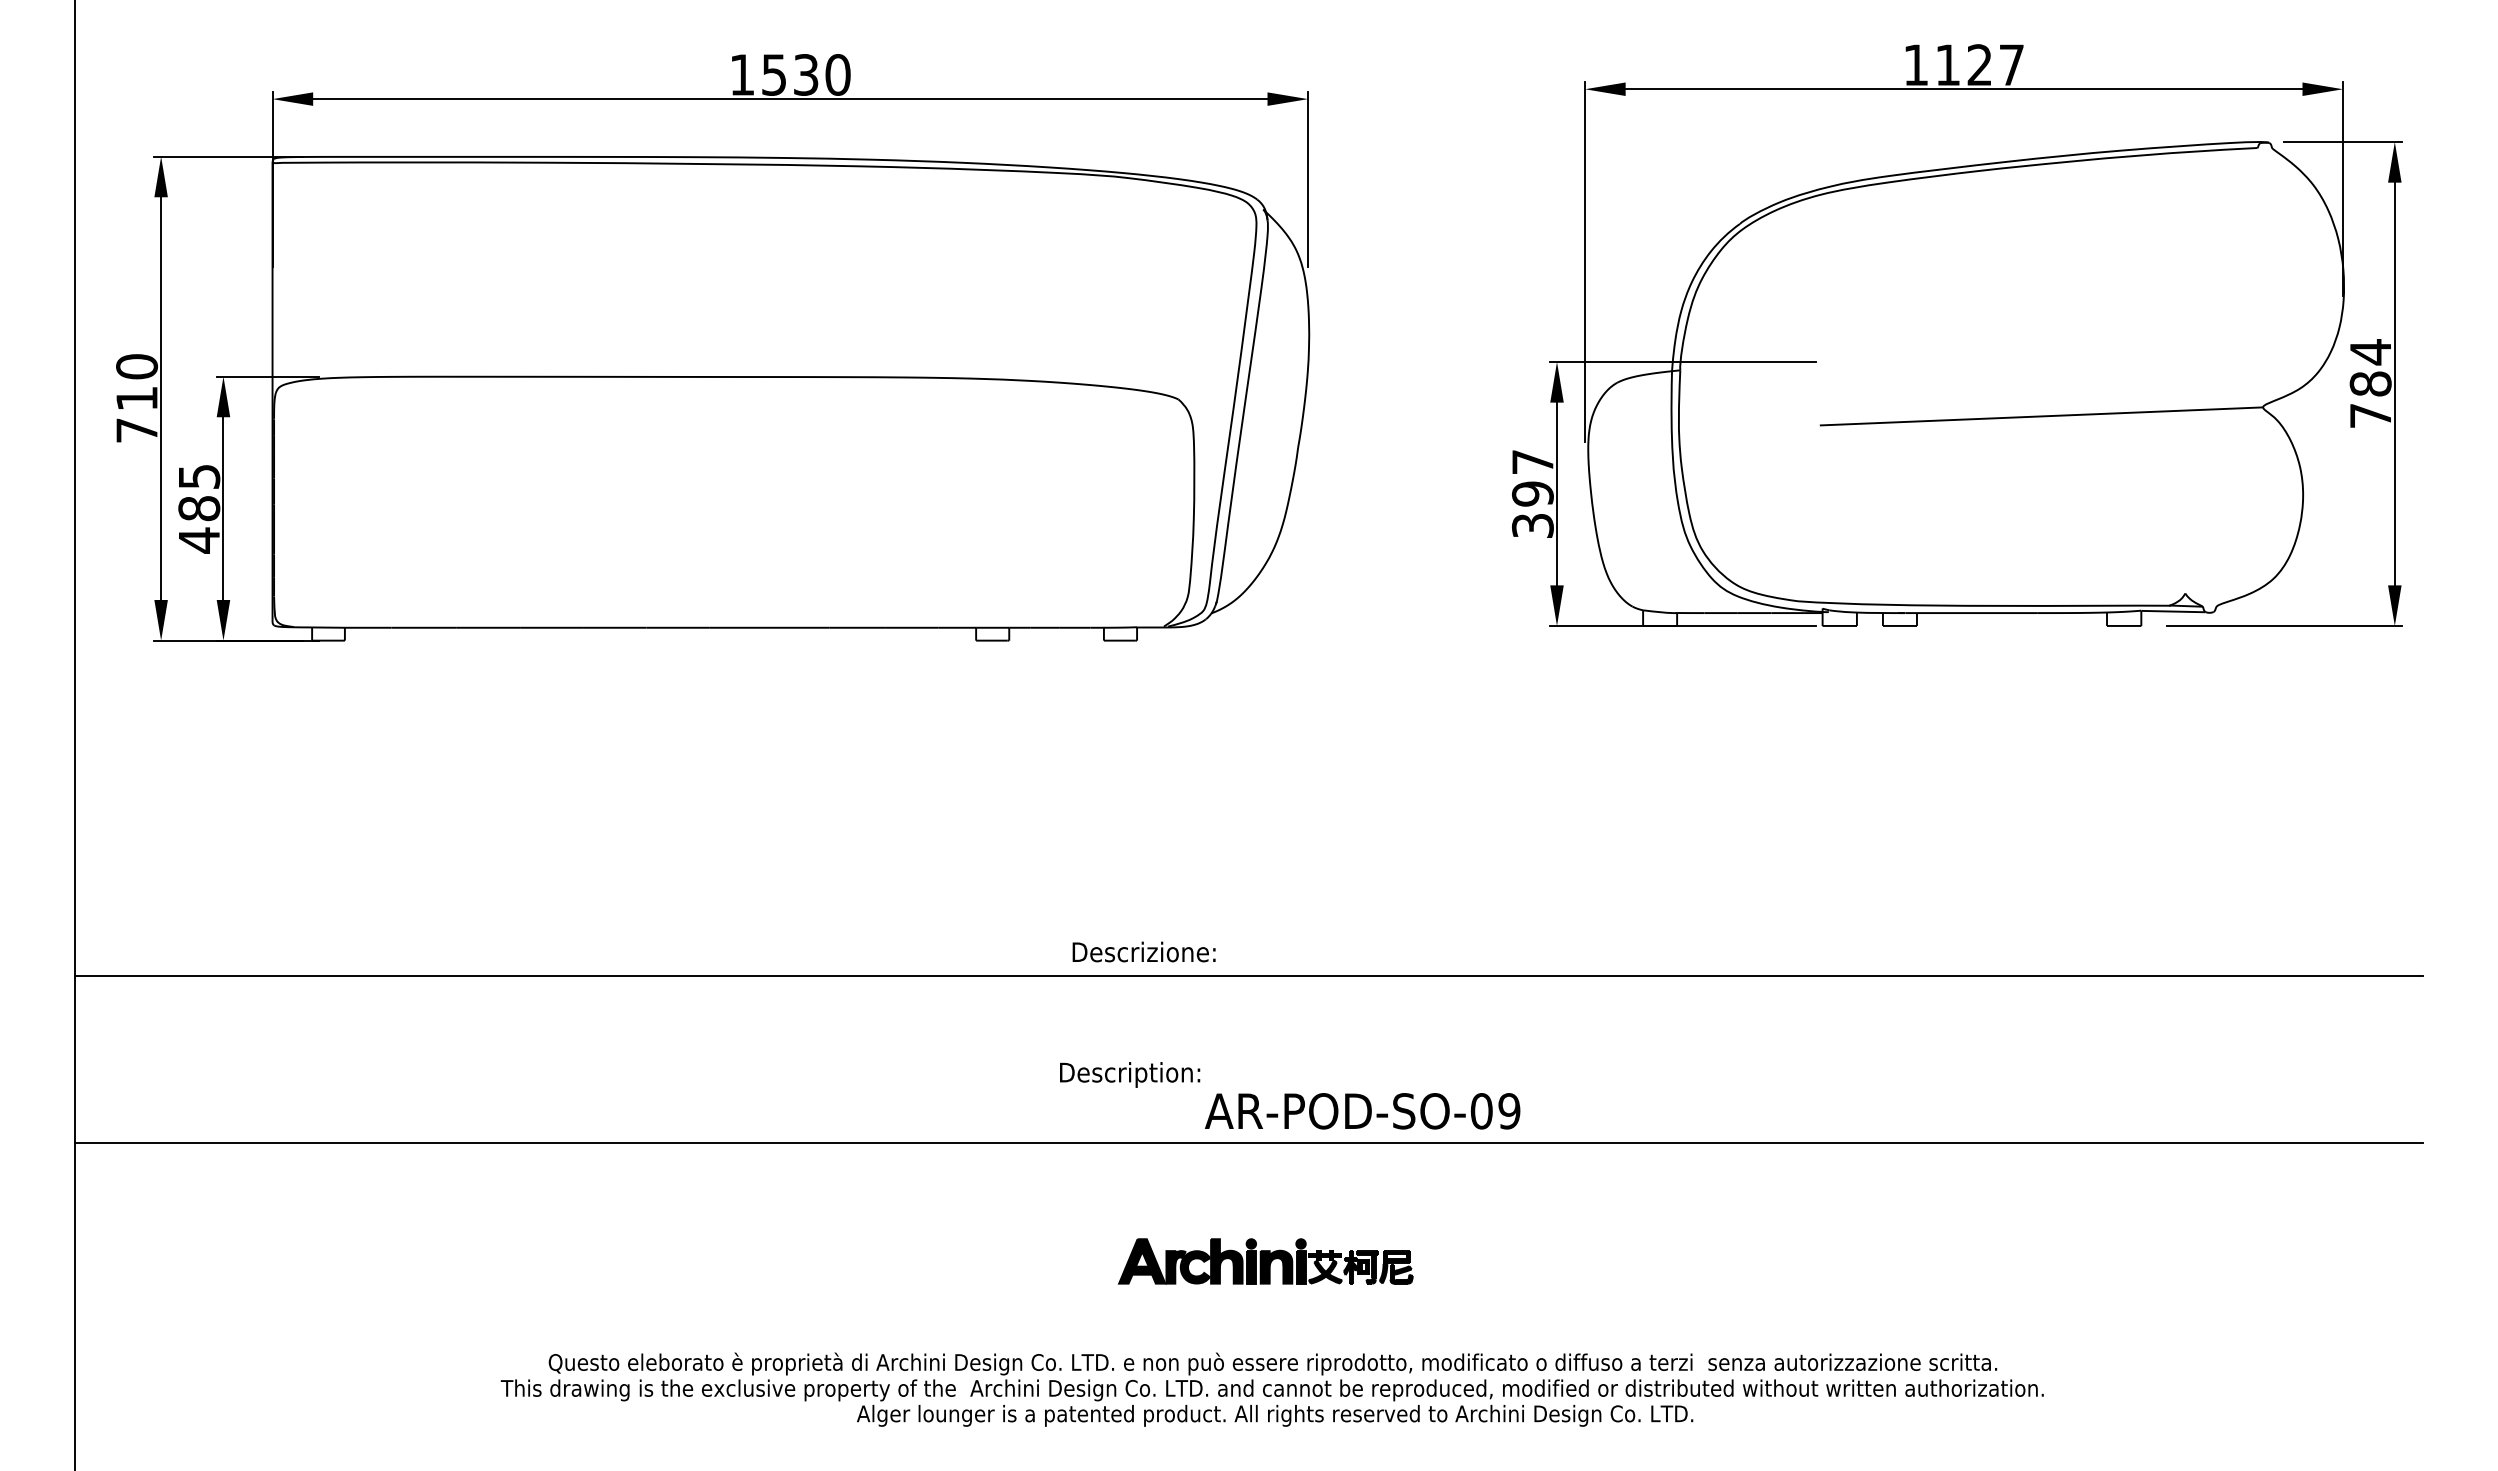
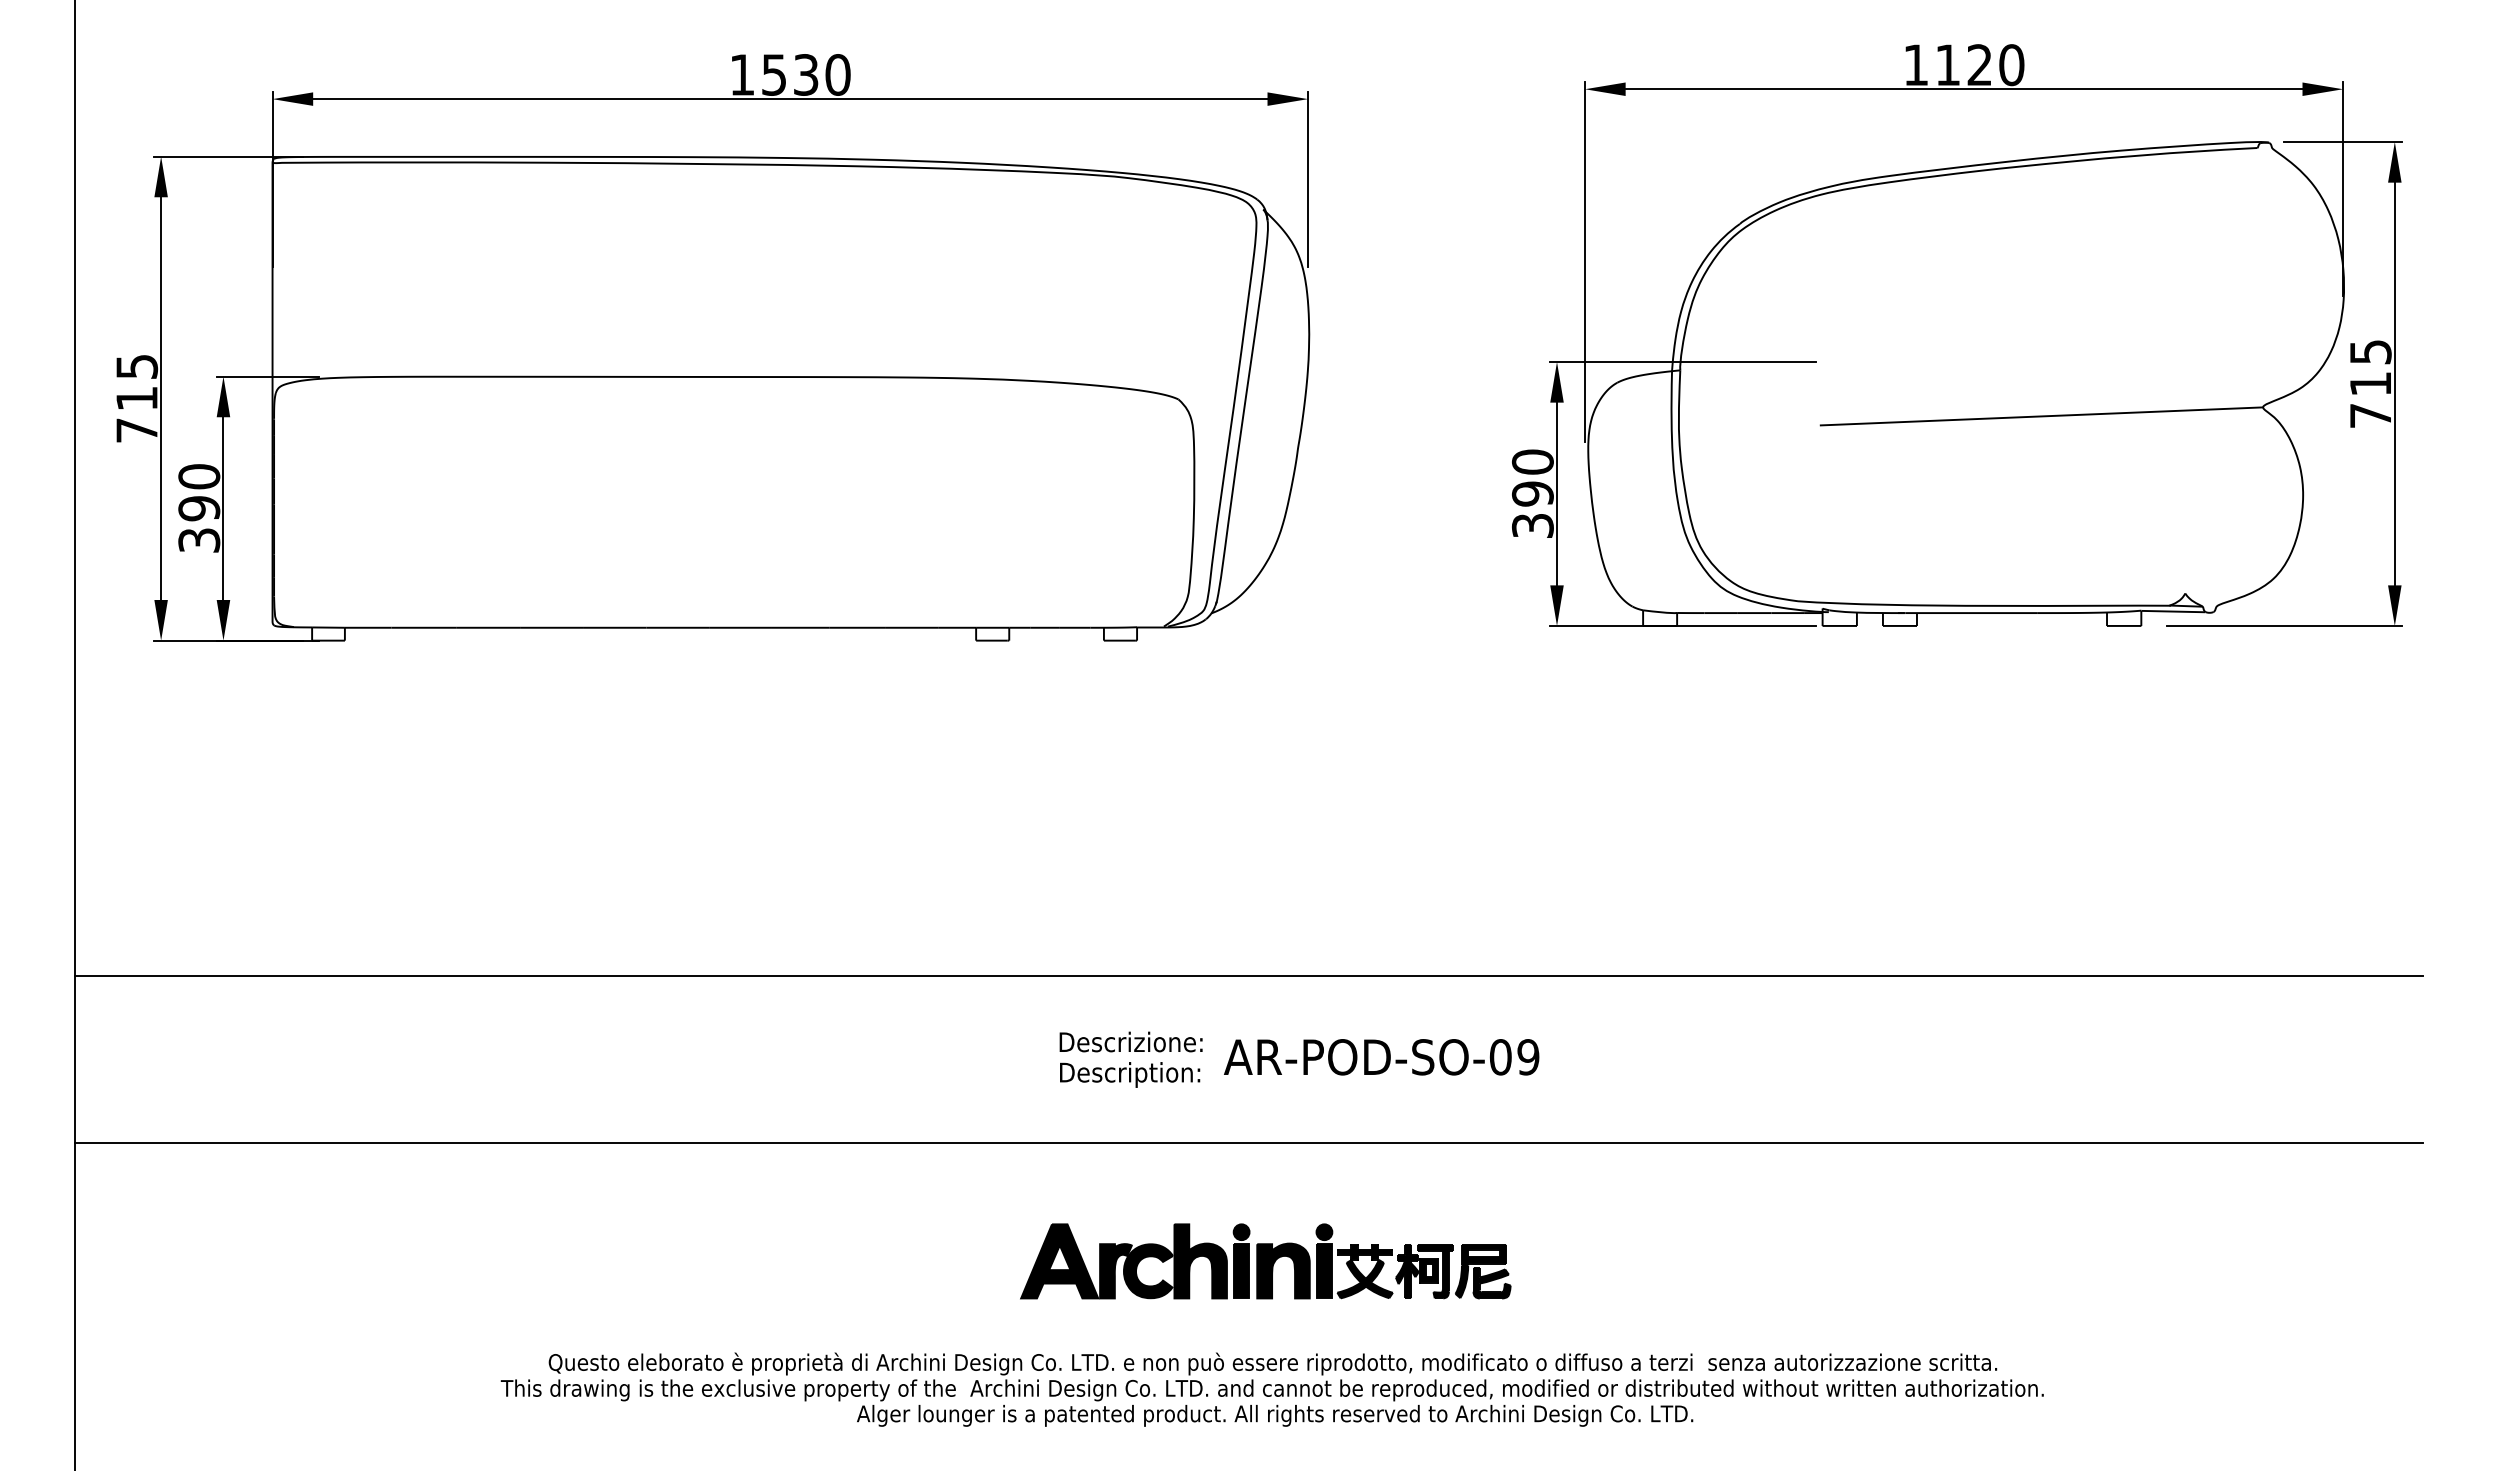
text at (2011, 65): 1127 -> 1120
text at (137, 366): 710 -> 715
text at (2370, 367): 784 -> 715
text at (1532, 461): 397 -> 390
text at (199, 508): 485 -> 390
text at (1143, 951) position: (1143, 951) -> (1130, 1041)
text at (1362, 1111) position: (1362, 1111) -> (1381, 1057)
part at (1265, 1261) size: 297x47 px -> 492x77 px
